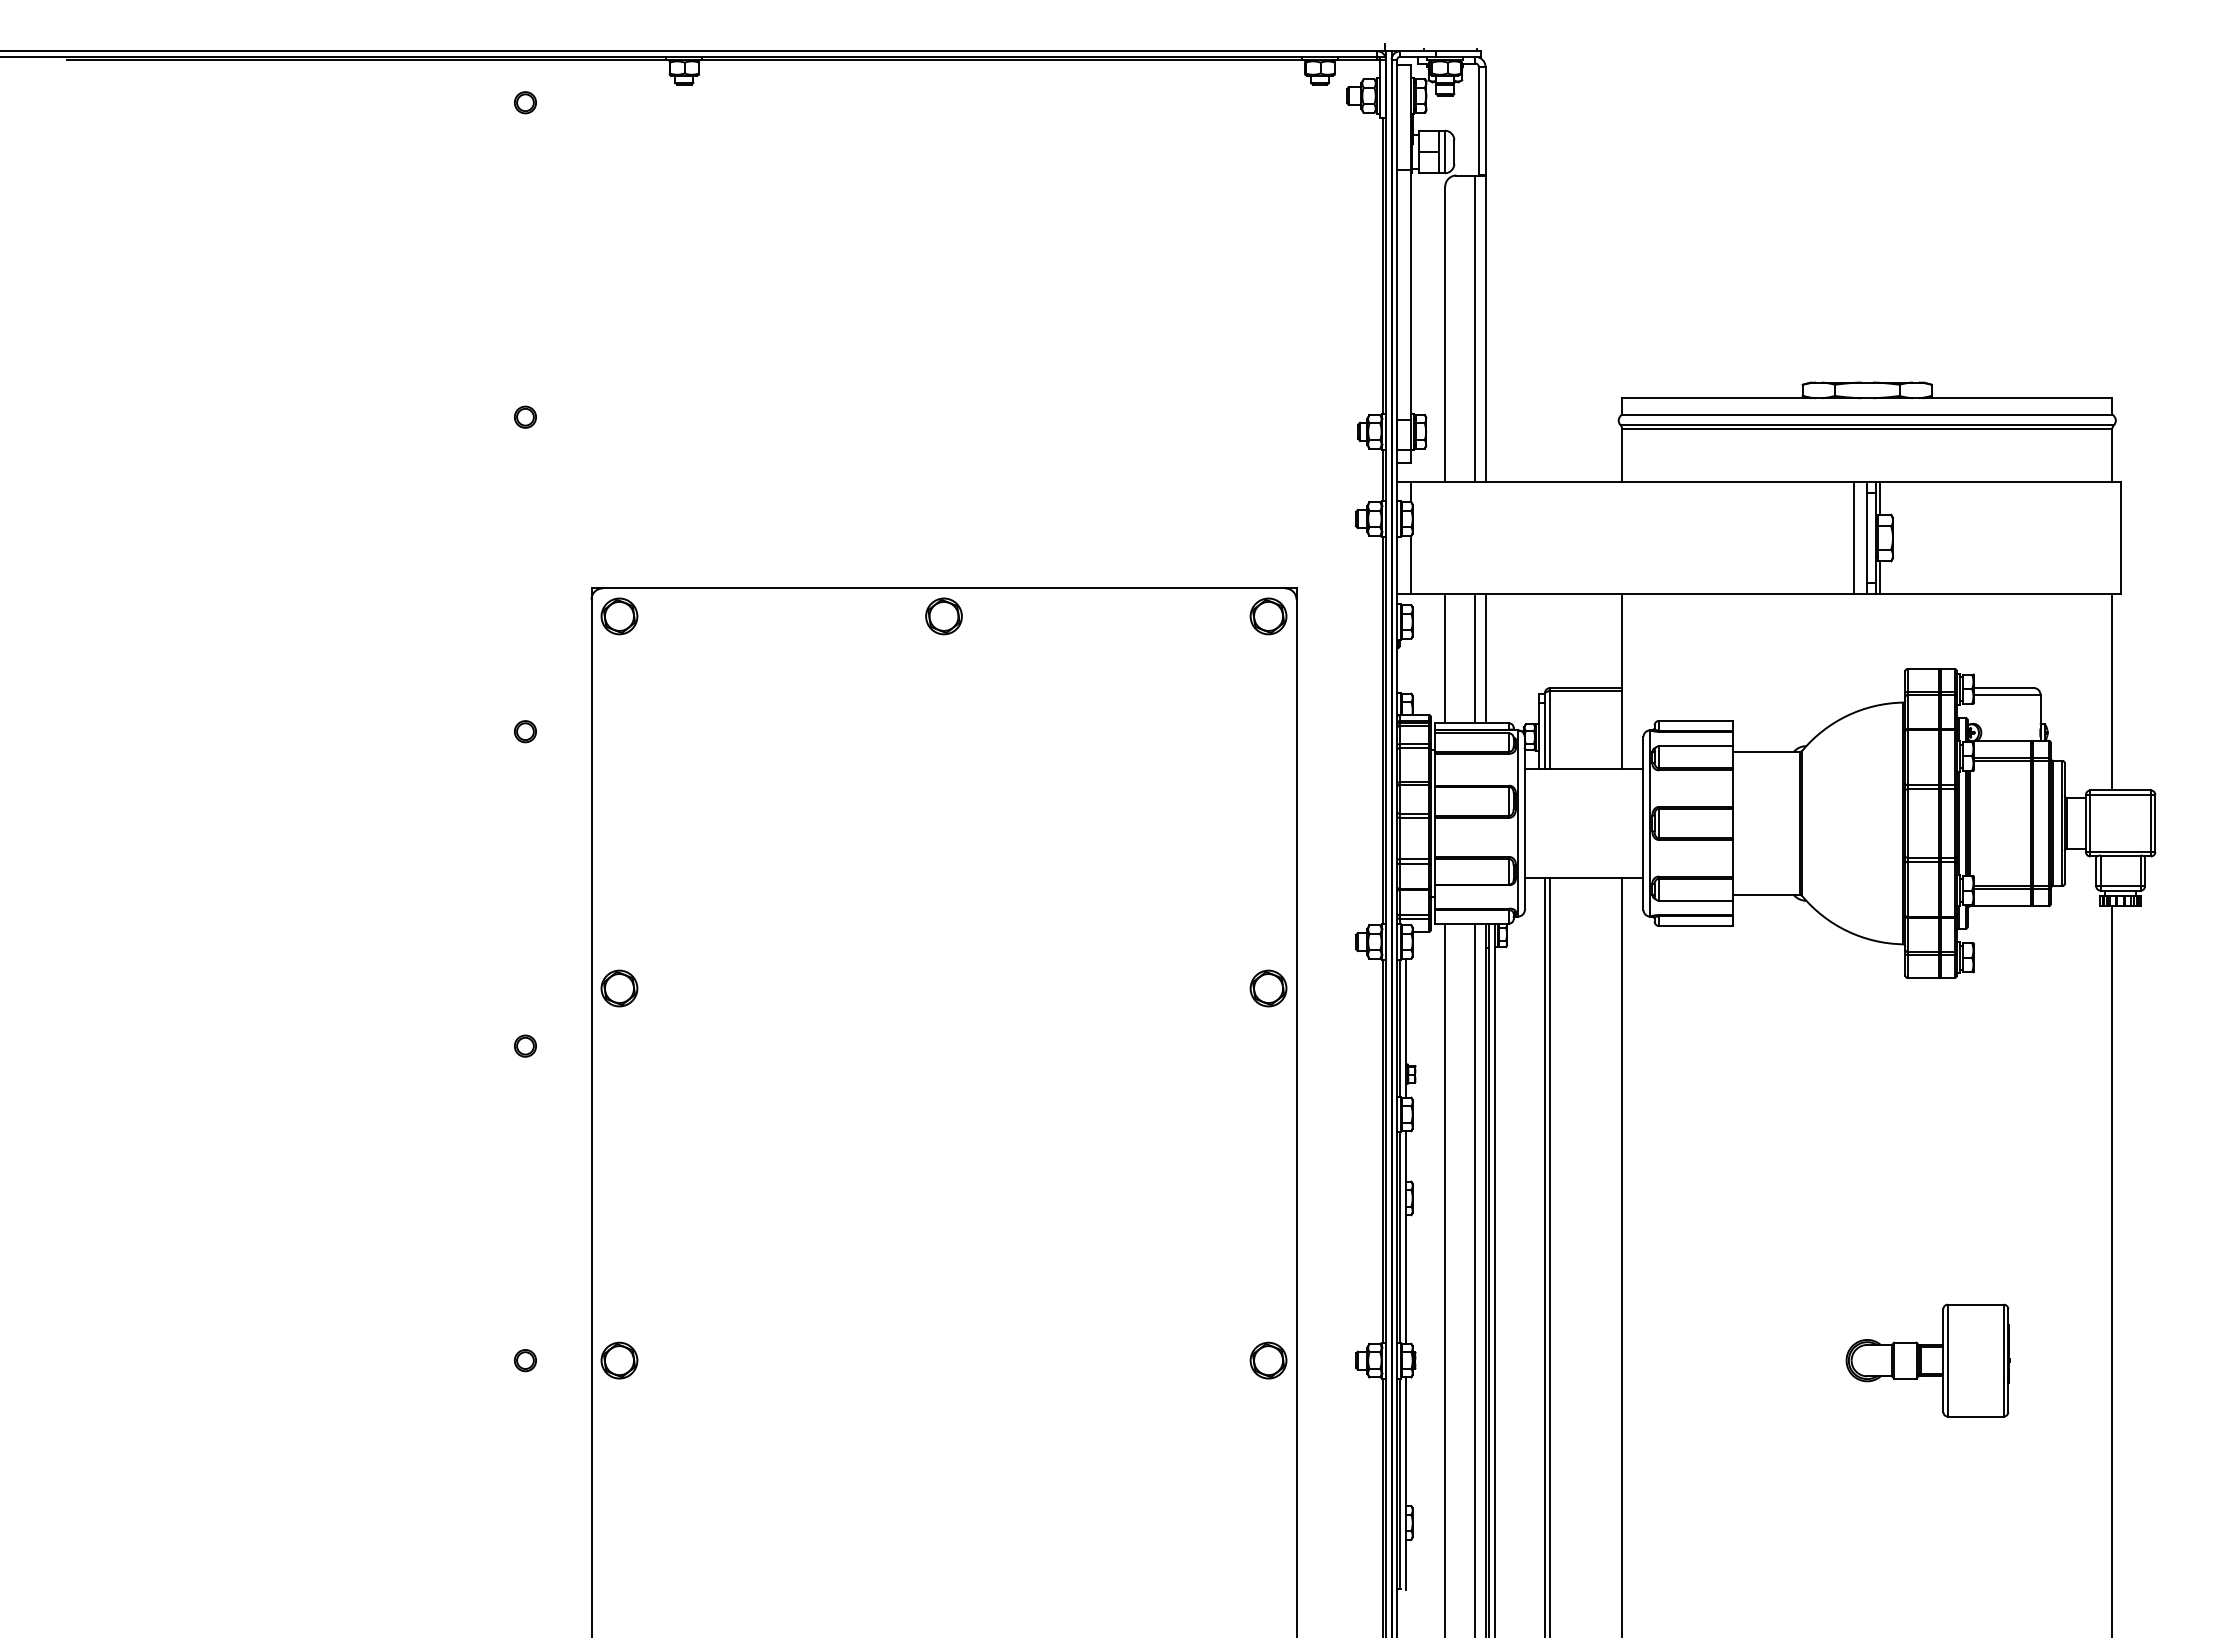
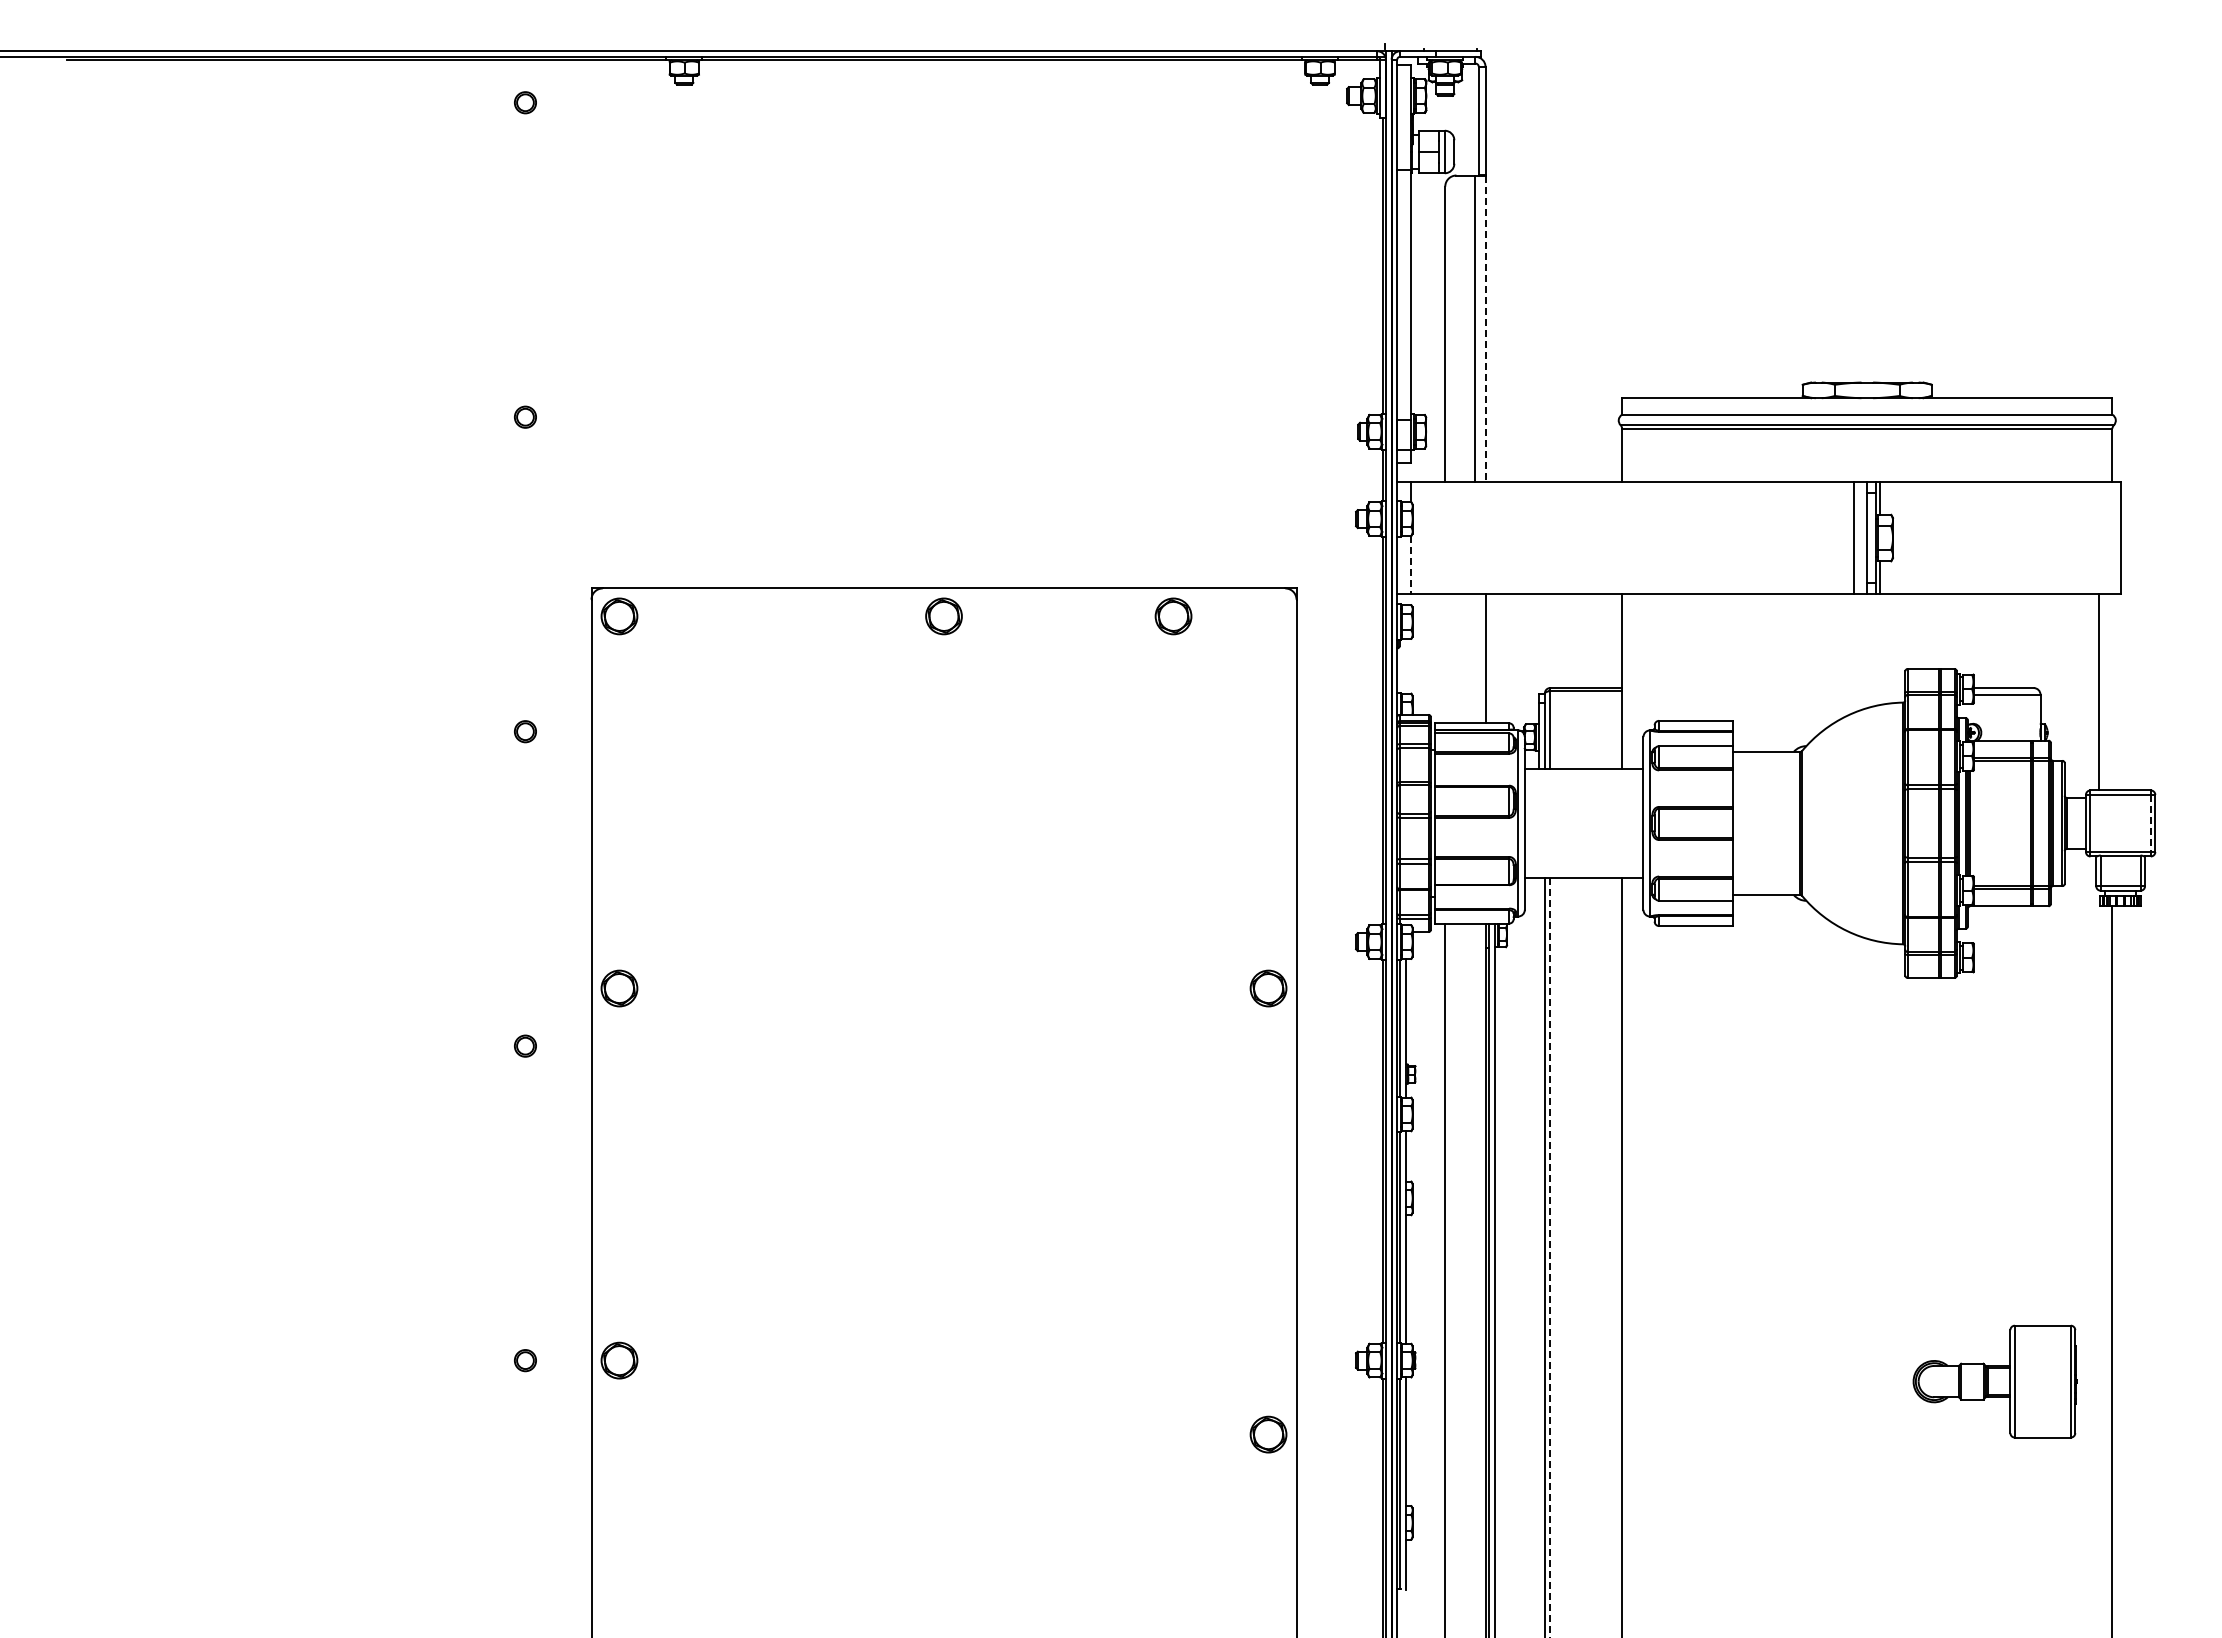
line at (1485, 329): solid -> dashed
line at (1410, 565): solid -> dashed
part at (1268, 616) position: (1268, 616) -> (1173, 616)
line at (1445, 658): present -> none
line at (1475, 658): present -> none
line at (2112, 692) position: (2112, 692) -> (2099, 692)
line at (2150, 823): solid -> dashed
line at (1550, 1258): solid -> dashed
line at (1475, 1278): present -> none
part at (1268, 1360) position: (1268, 1360) -> (1268, 1434)
part at (1927, 1360) position: (1927, 1360) -> (1994, 1381)
